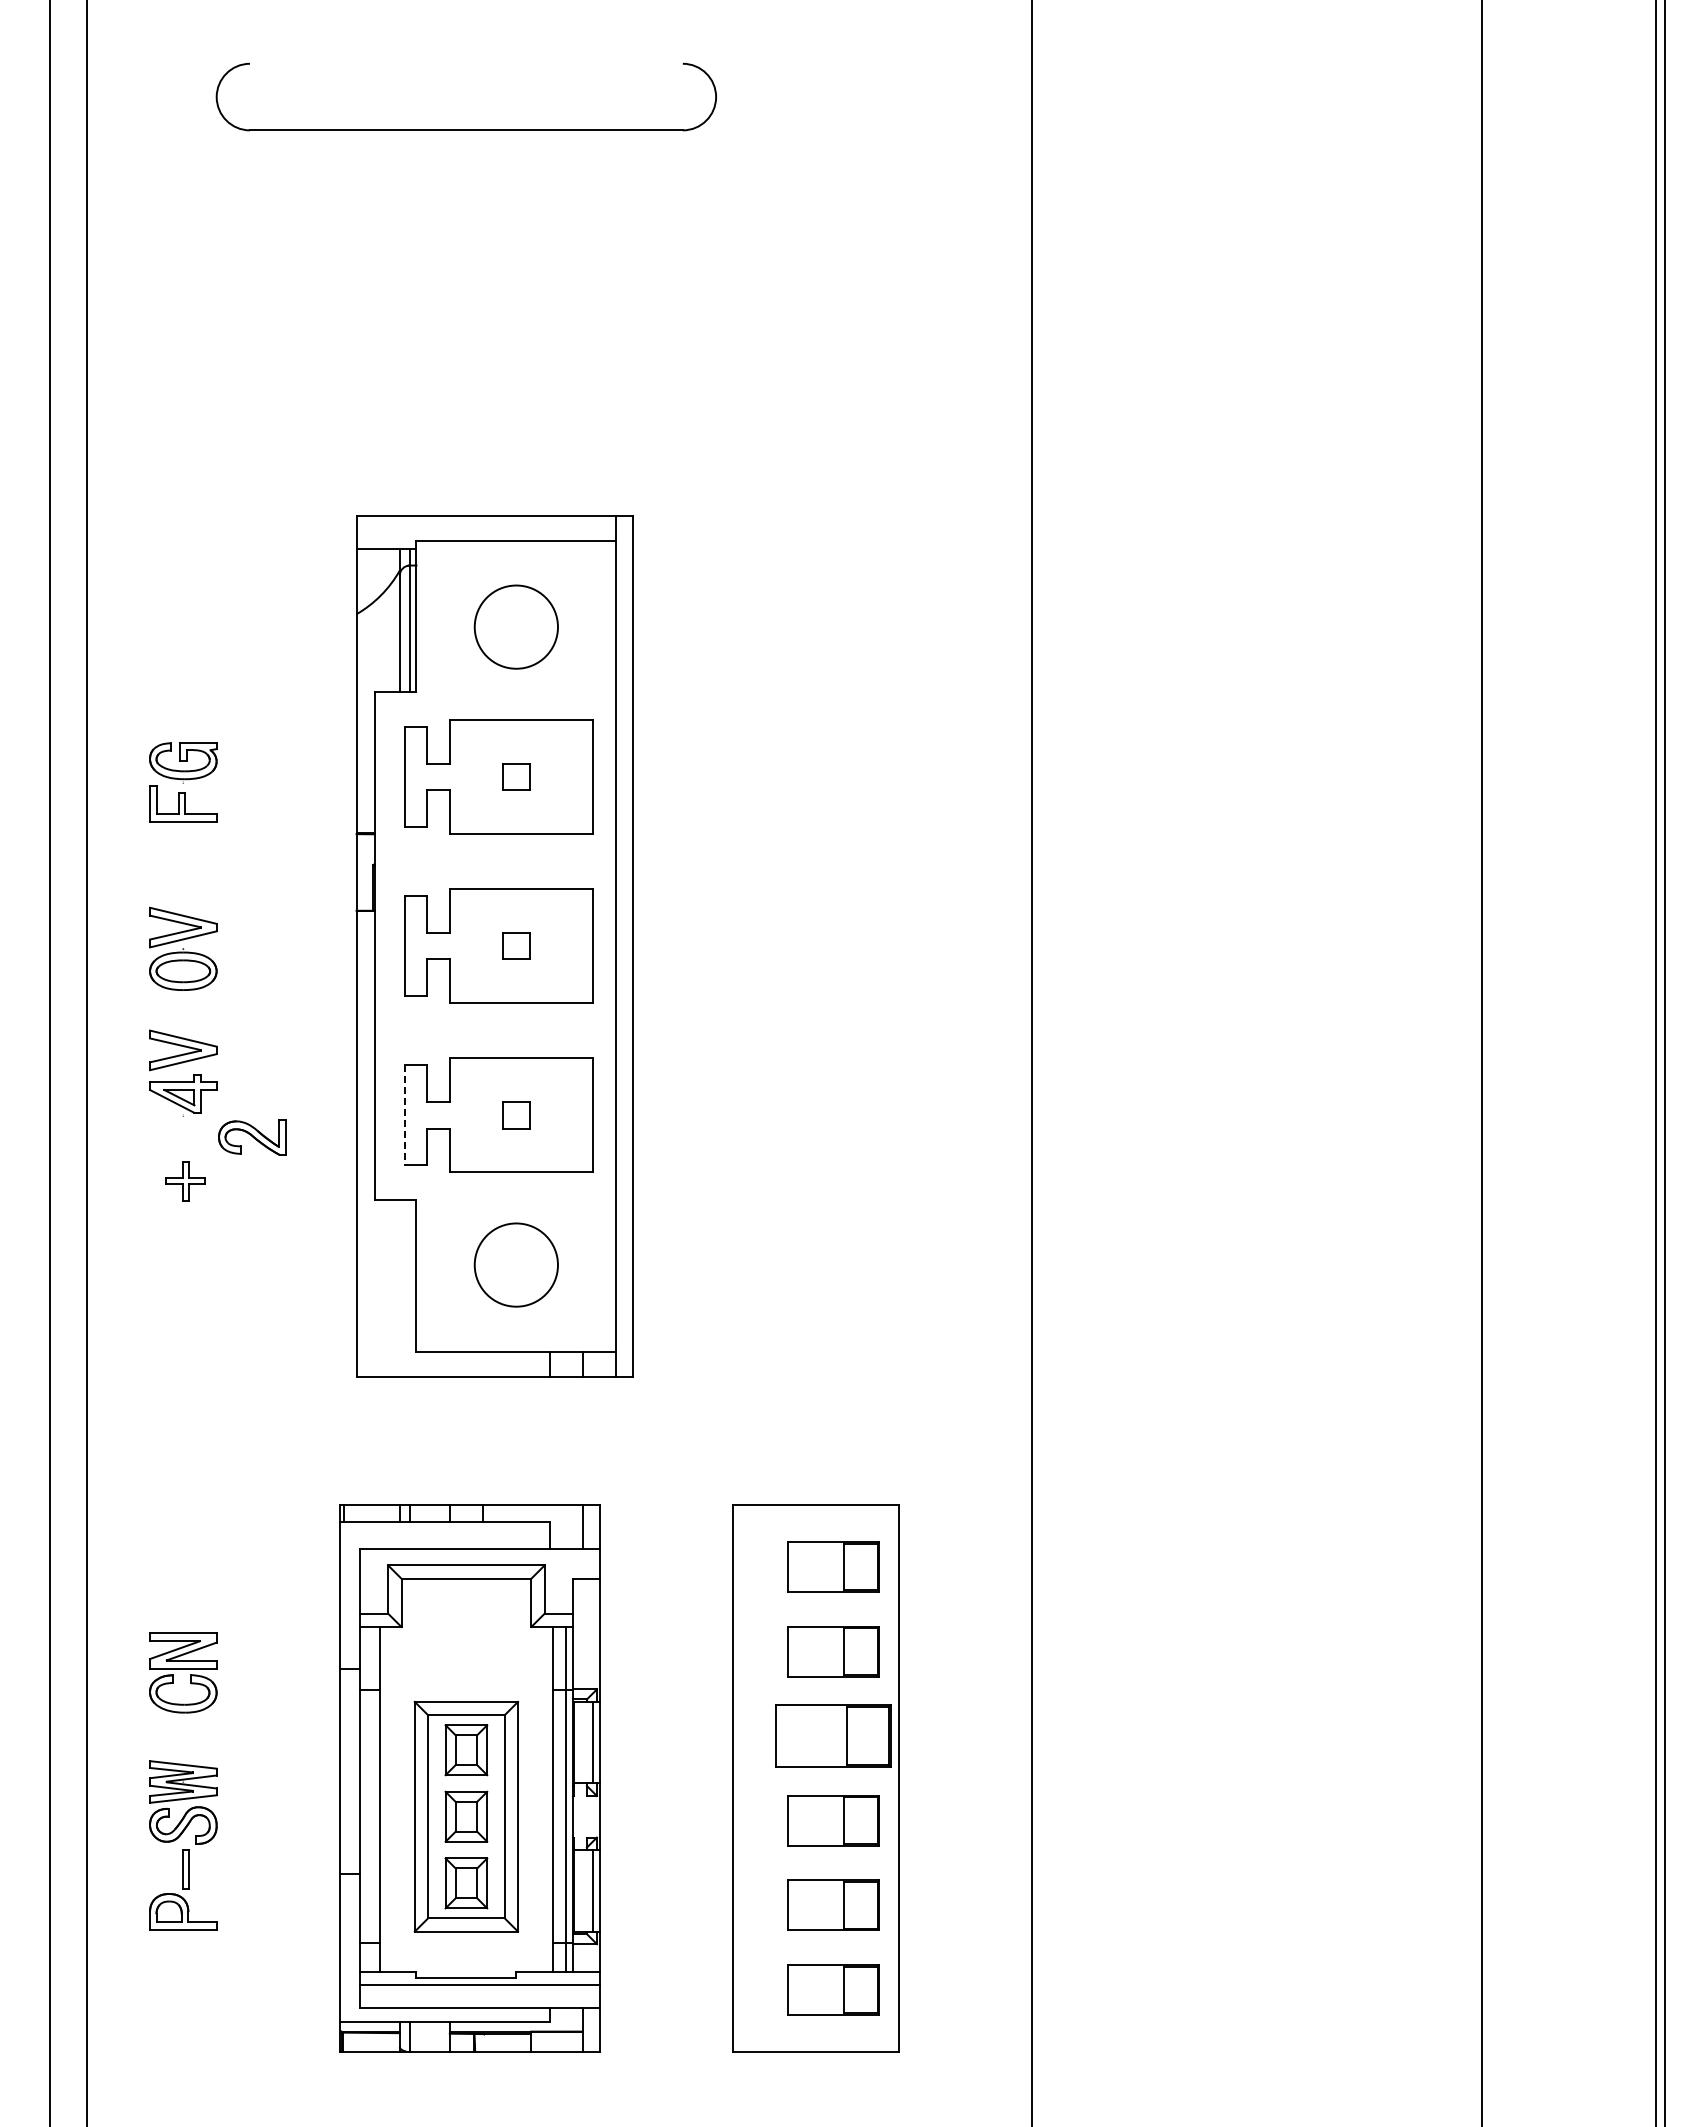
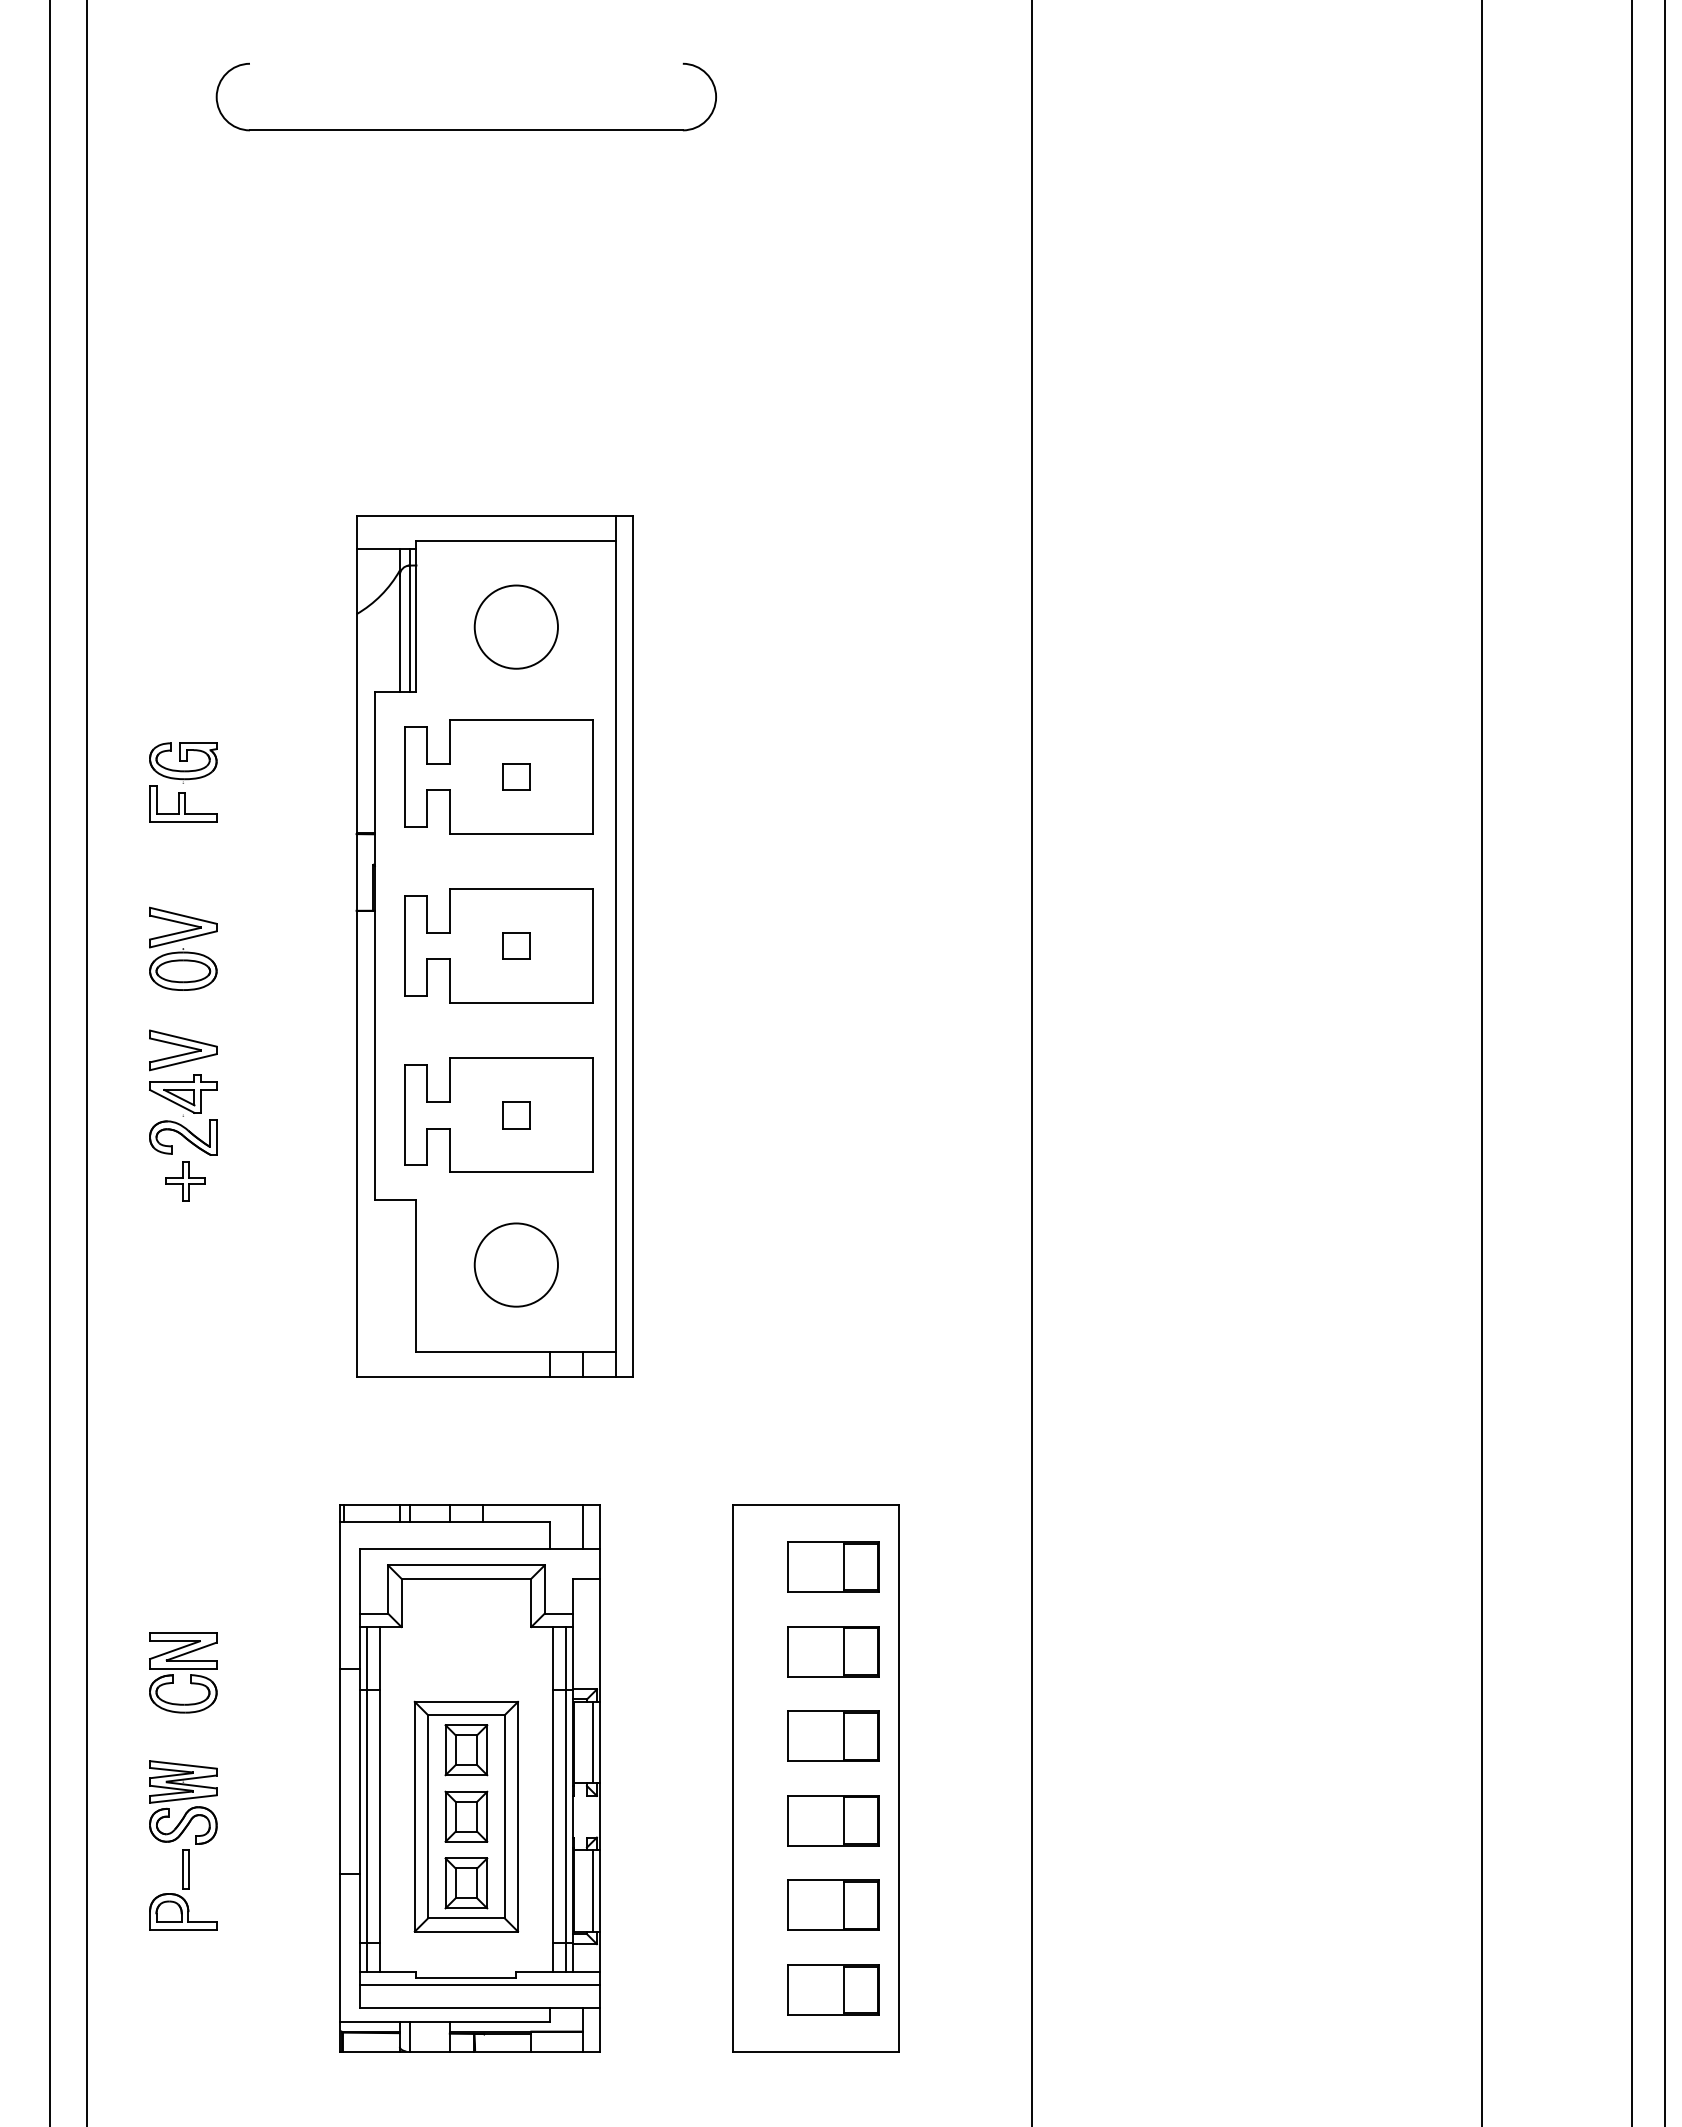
line at (1655, 1062) position: (1655, 1062) -> (1631, 1062)
line at (404, 1115): dashed -> solid
part at (252, 1137) position: (252, 1137) -> (183, 1137)
part at (833, 1735) size: 117x64 px -> 93x52 px
line at (366, 1799): none -> present
